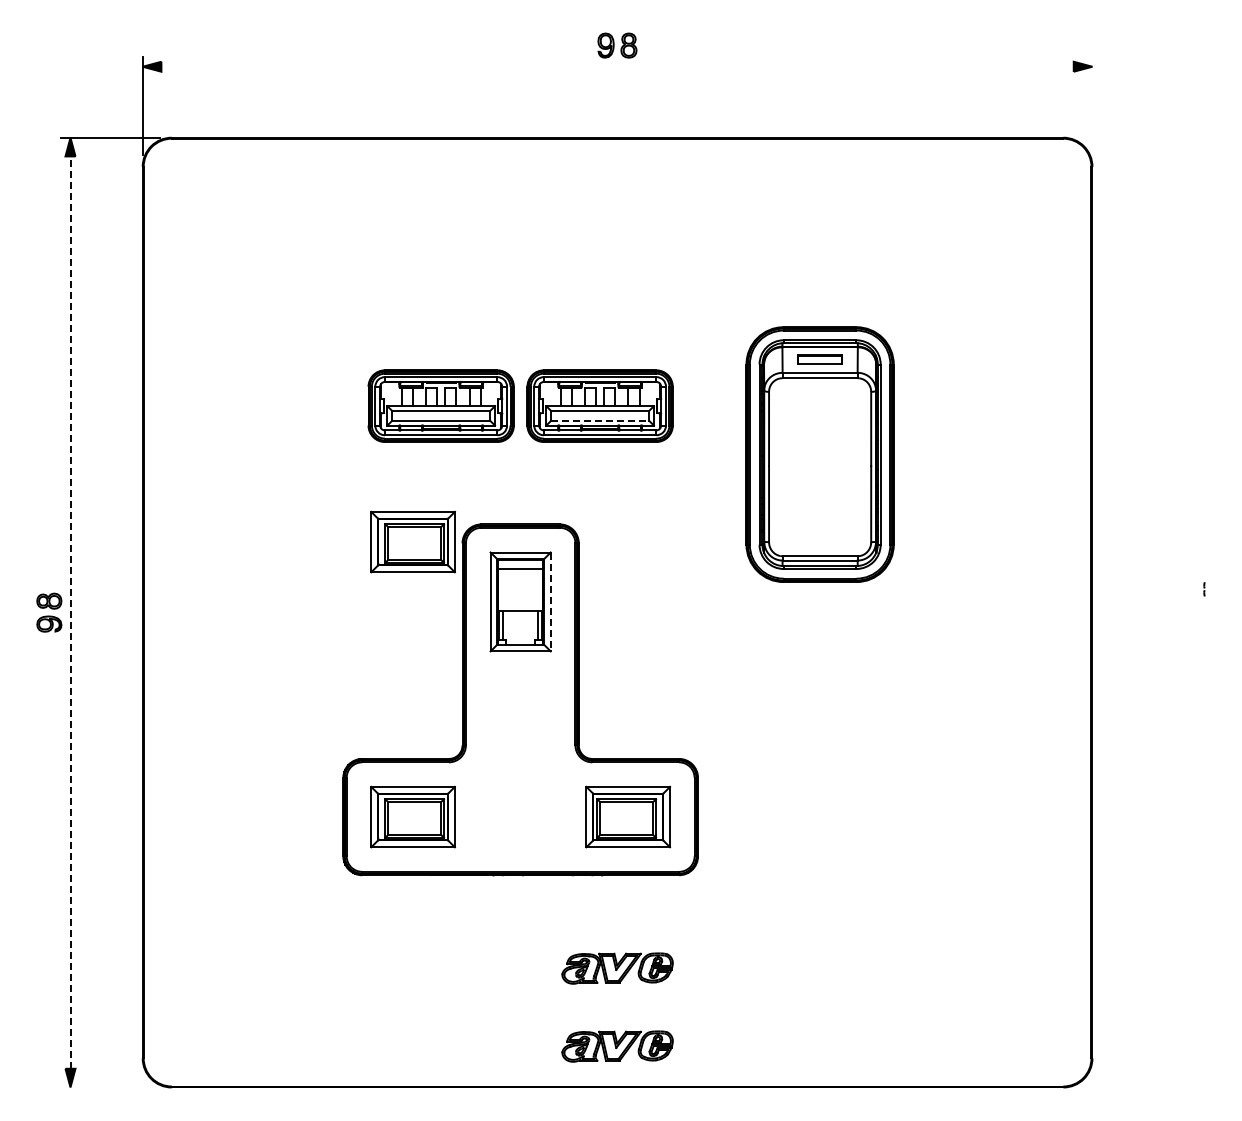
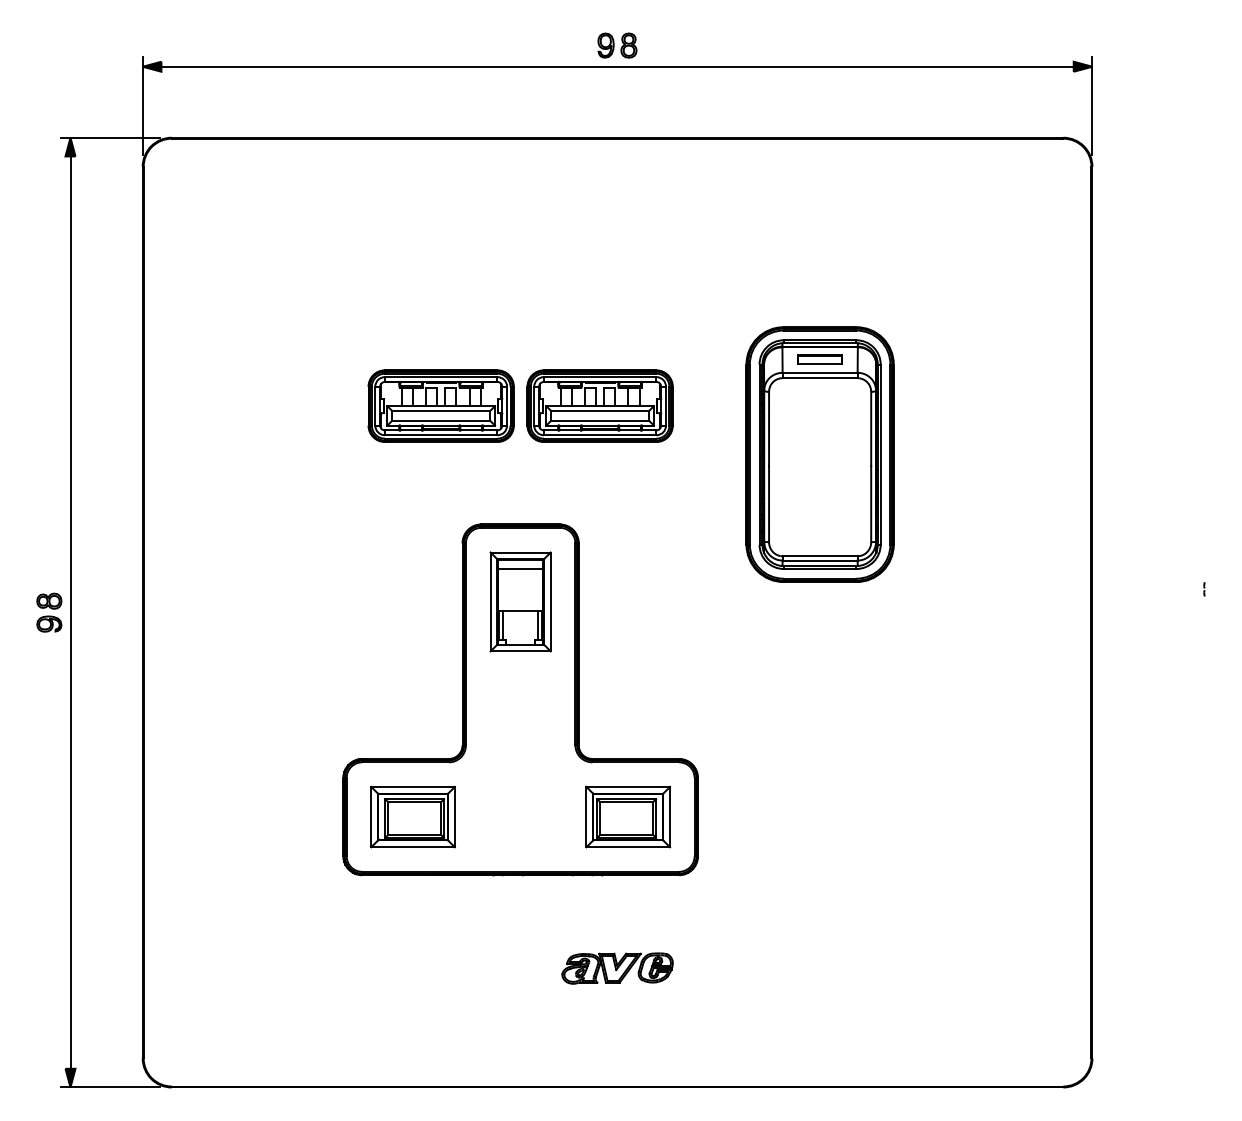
line at (617, 66): none -> present
line at (1092, 105): none -> present
line at (600, 420): dashed -> solid
part at (412, 541): present -> none
line at (550, 602): dashed -> solid
line at (70, 612): dashed -> solid
part at (617, 1046): present -> none
line at (109, 1087): none -> present
